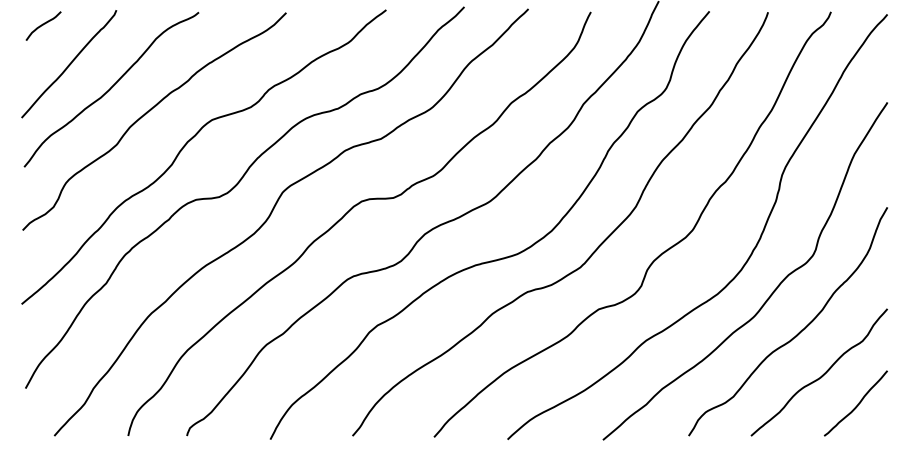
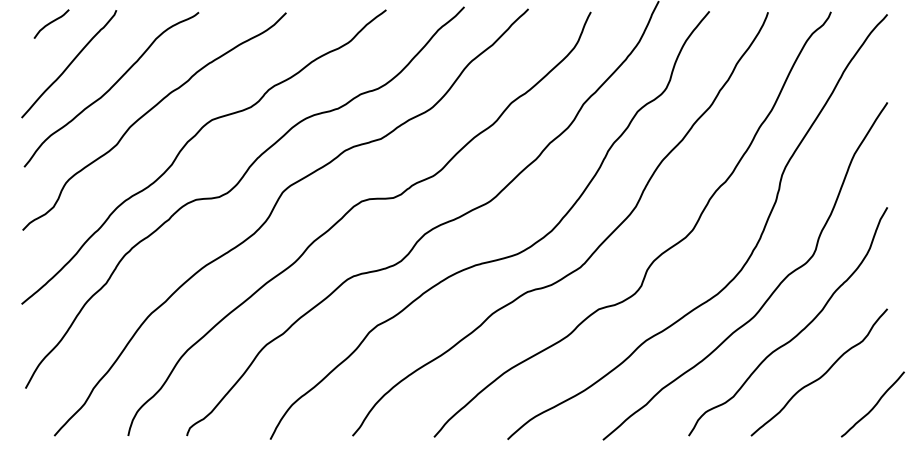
curve at (43, 25) position: (43, 25) -> (51, 23)
curve at (857, 404) position: (857, 404) -> (874, 405)
